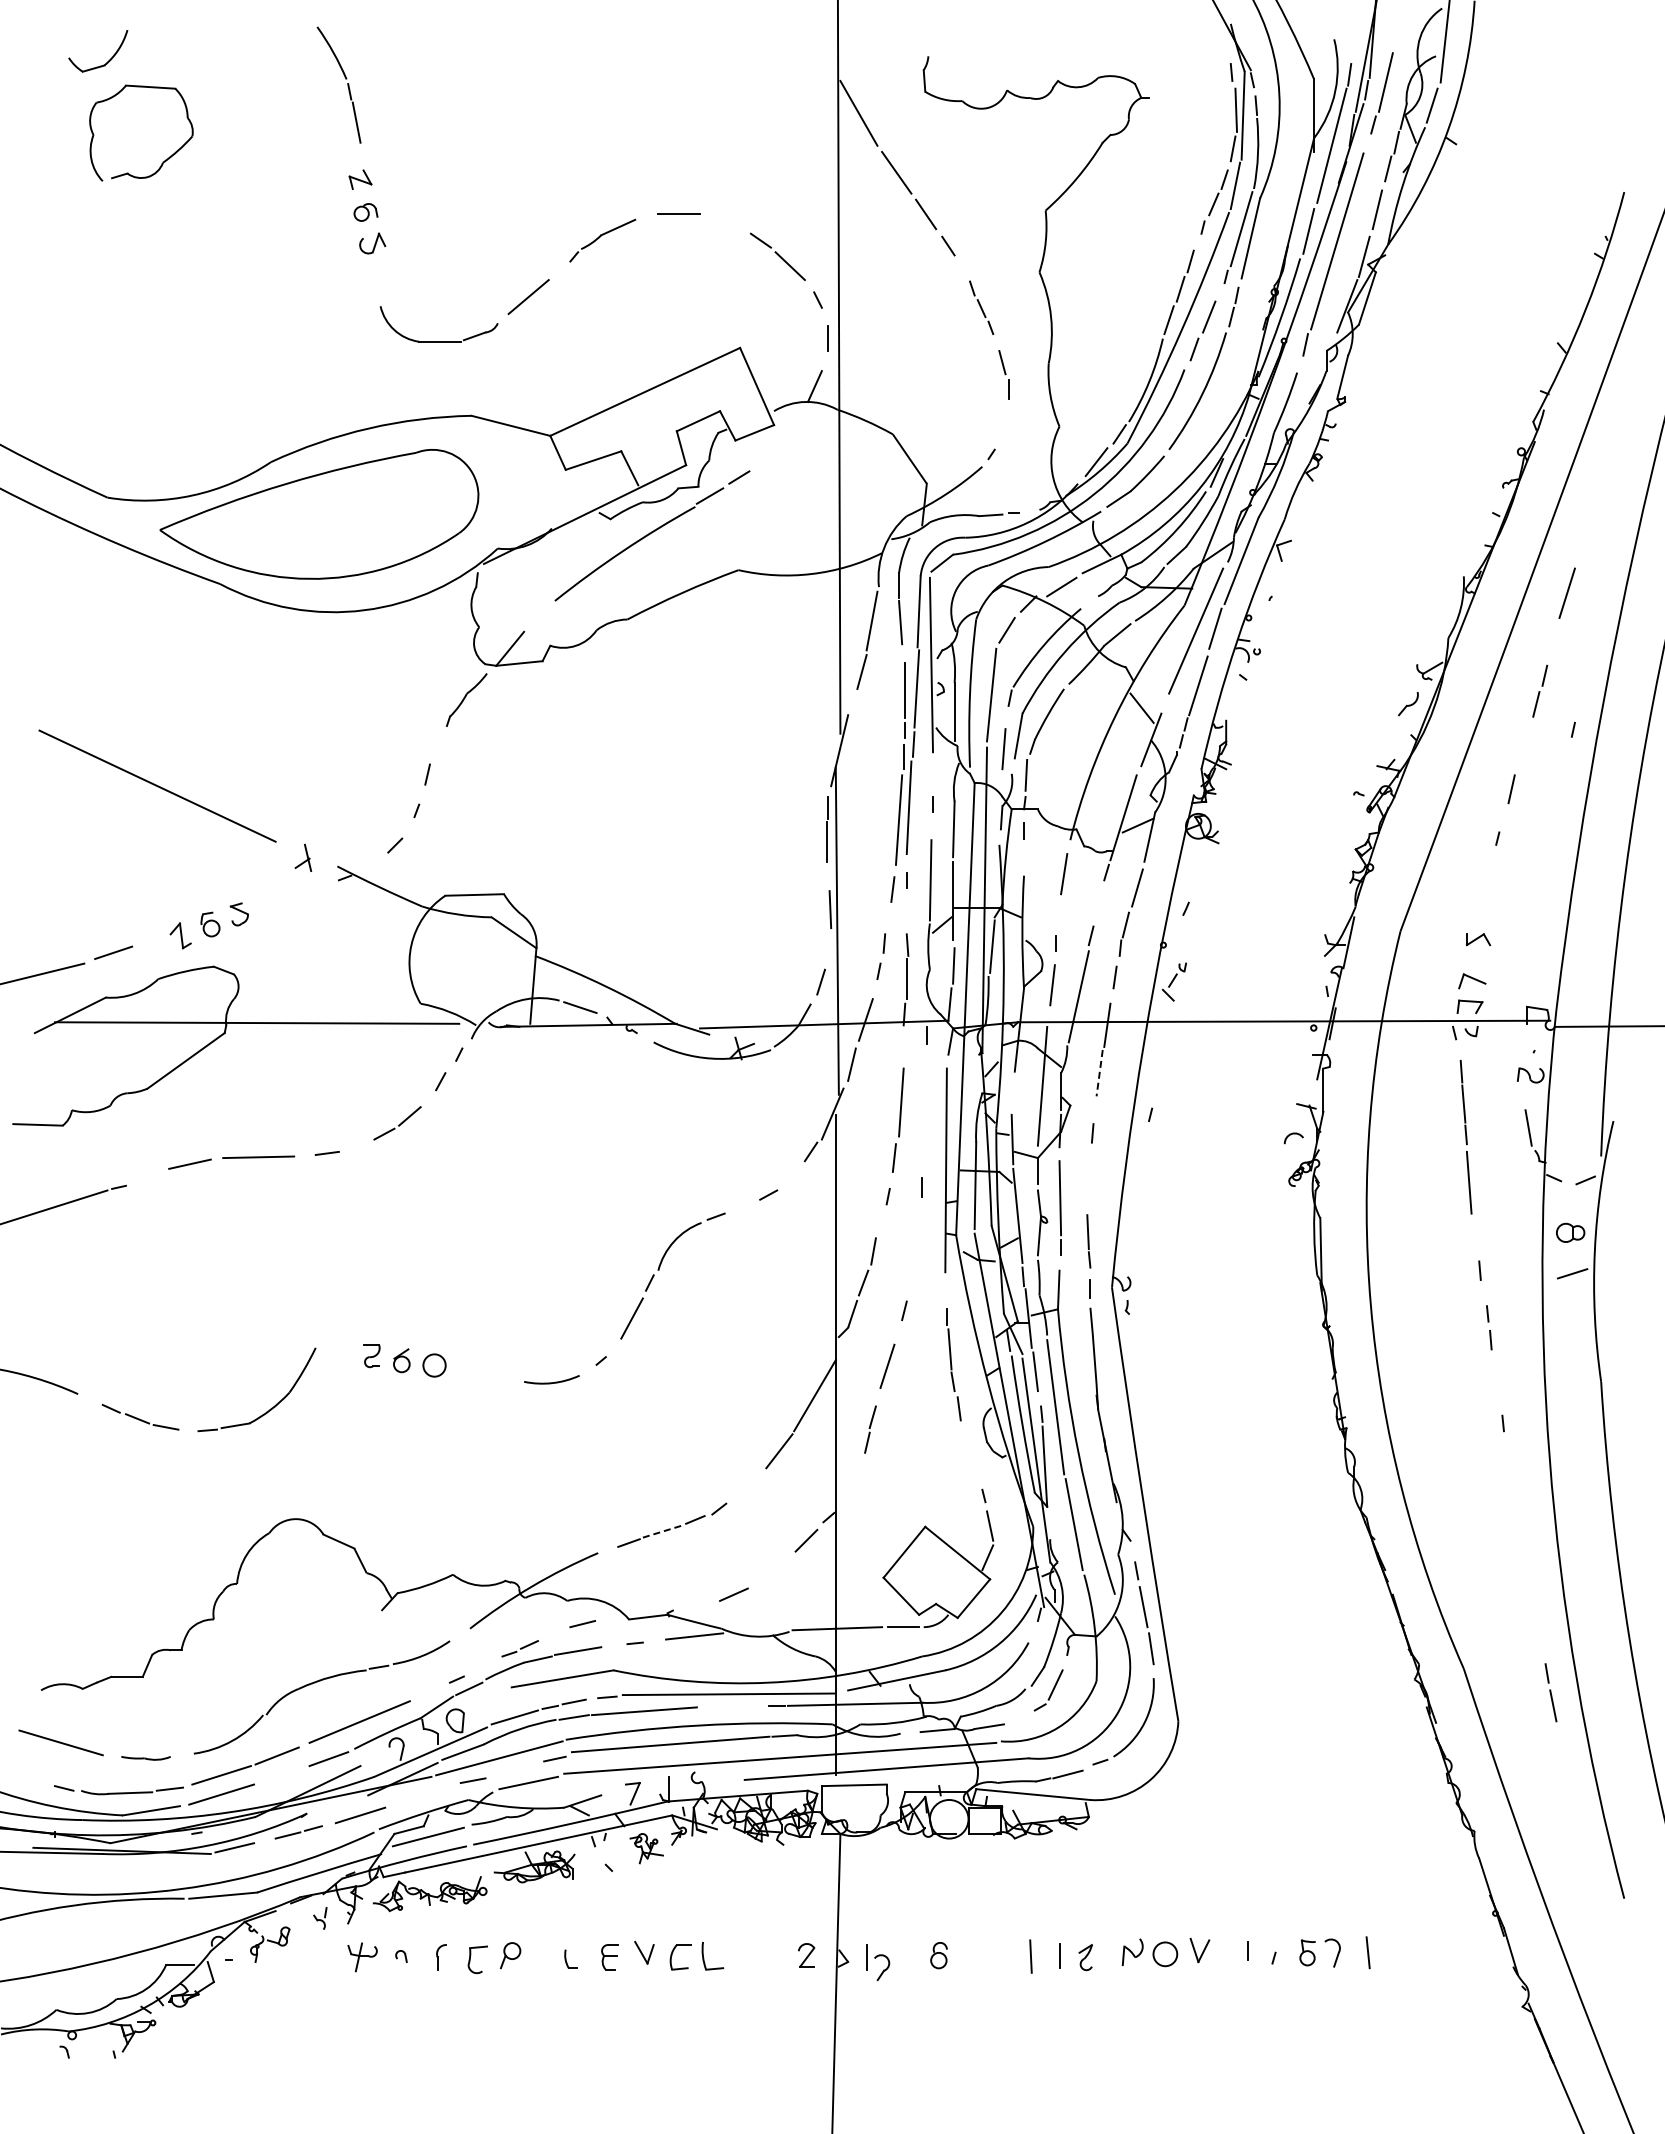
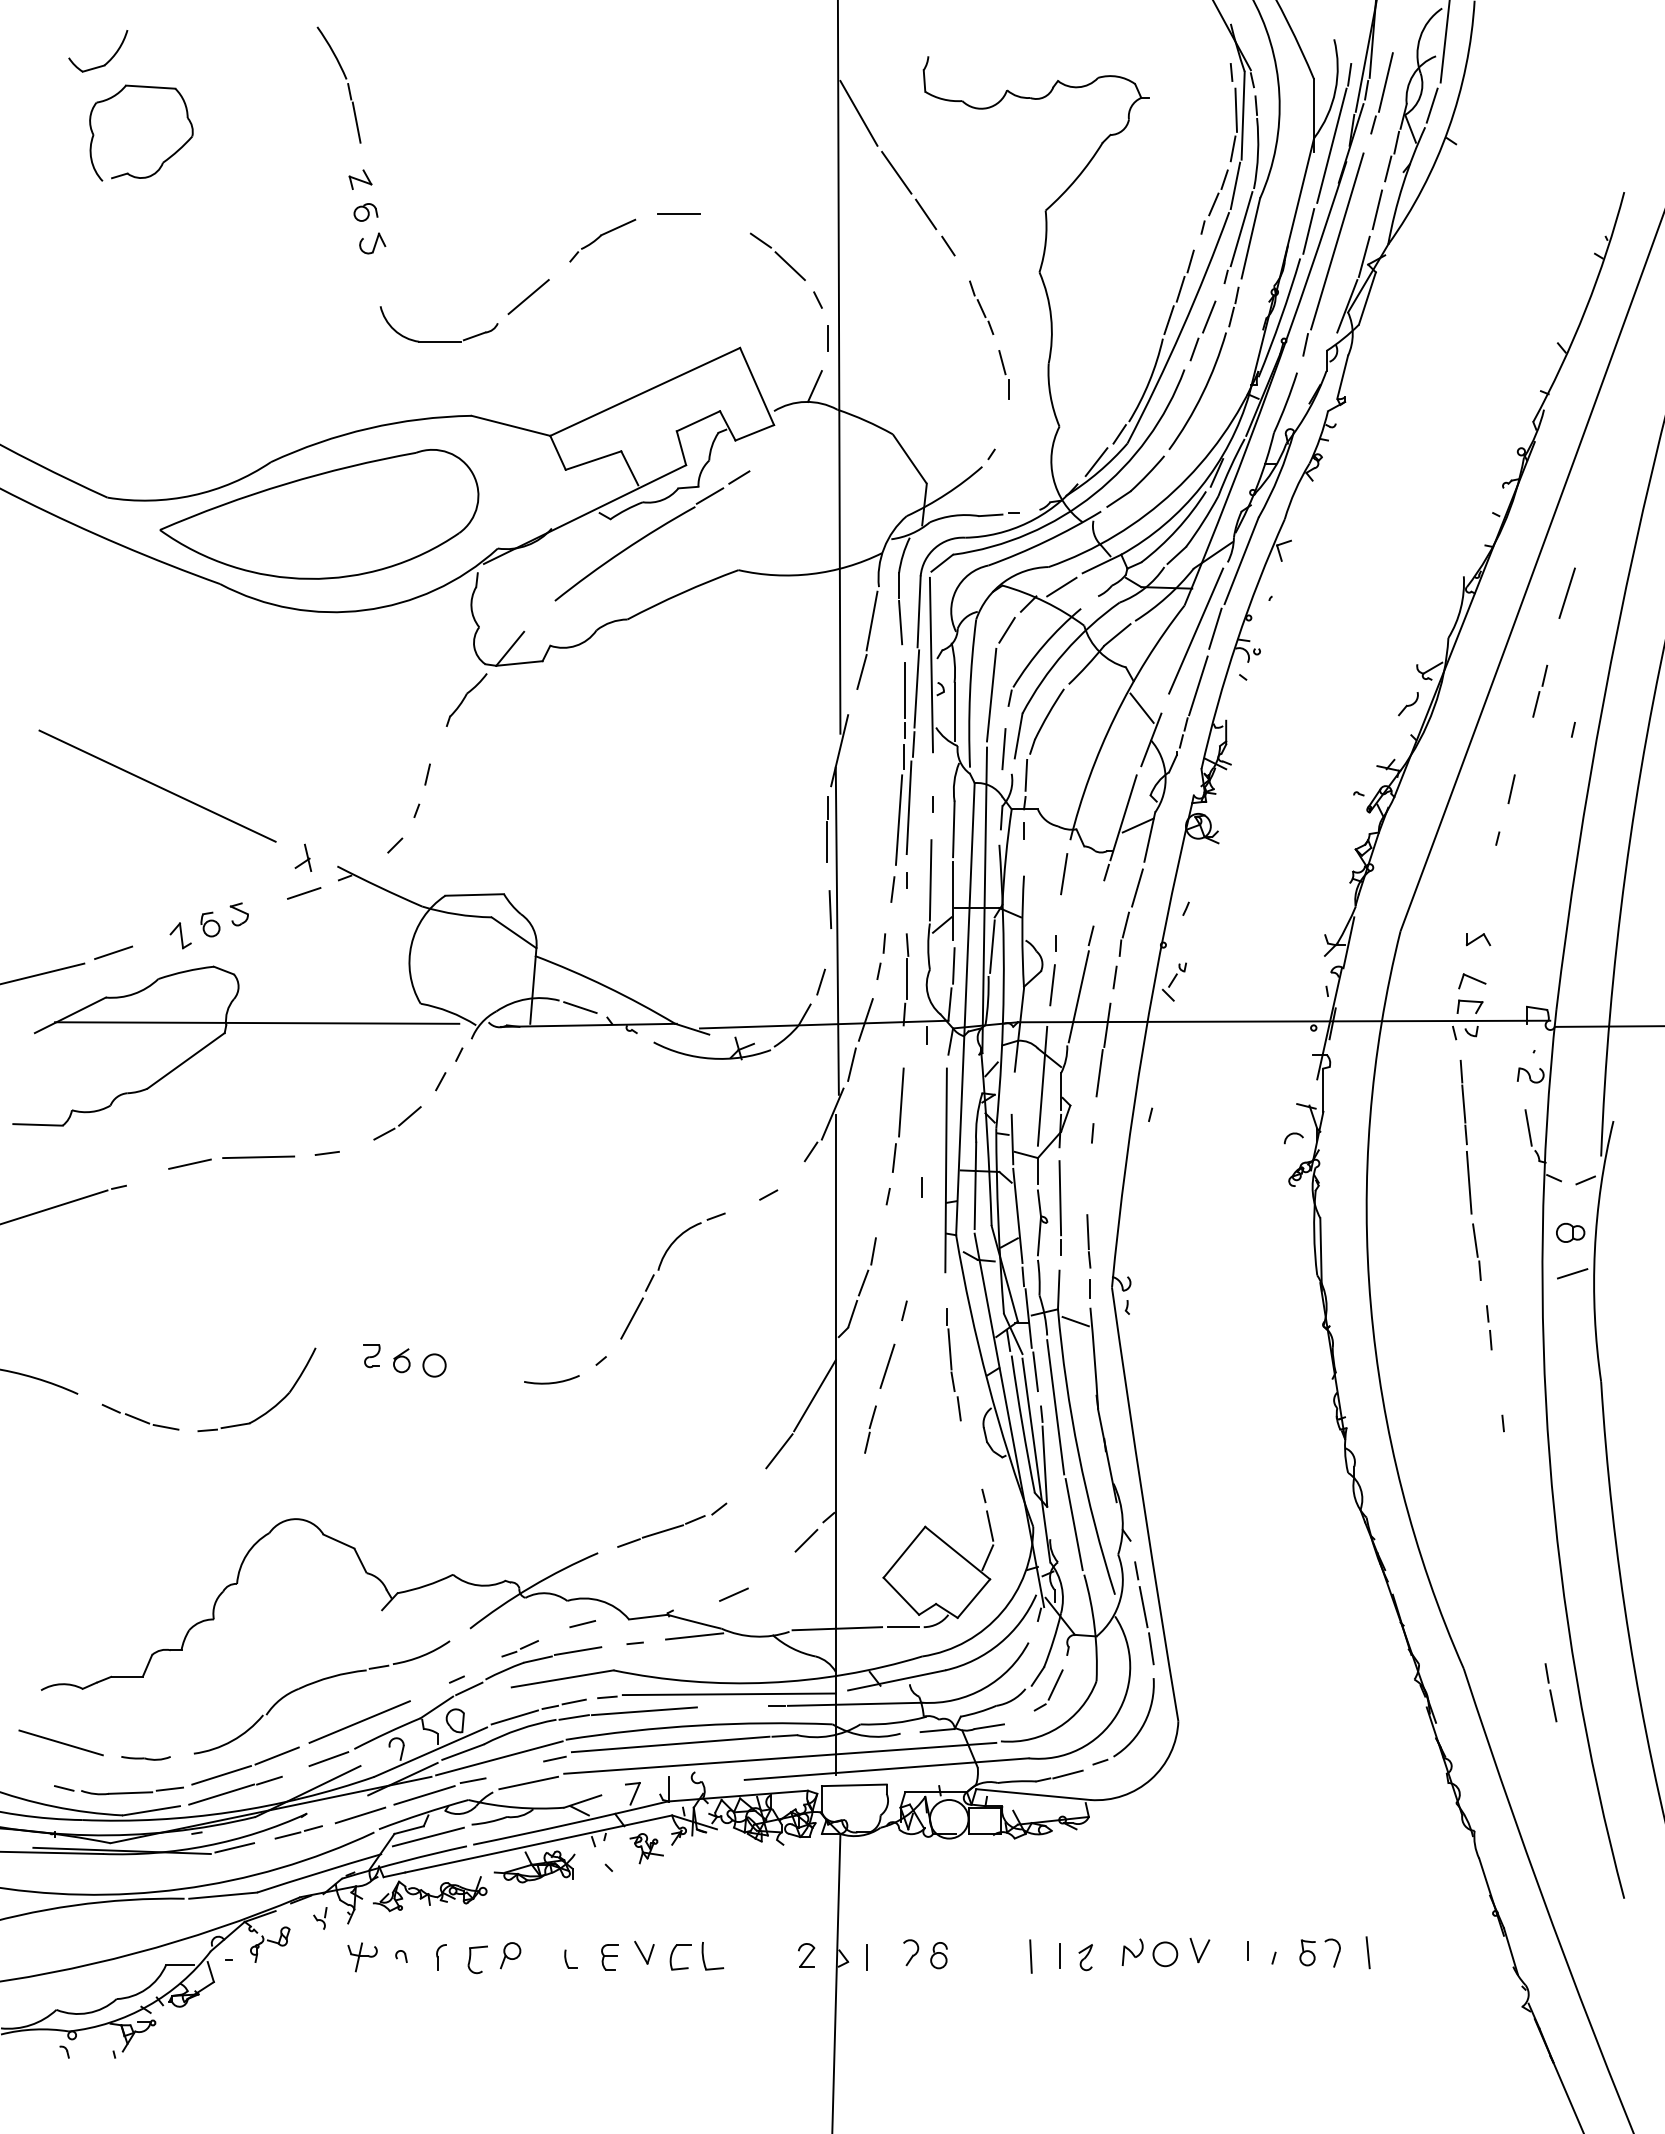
line at (304, 893): none -> present
line at (1099, 1073): dashed -> solid
line at (1475, 1240): none -> present
line at (1075, 1321): none -> present
line at (662, 1531): dashed -> solid
line at (269, 1780): none -> present
line at (424, 1795): none -> present
part at (882, 1967) position: (882, 1967) -> (911, 1952)
